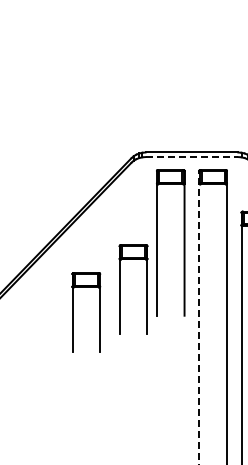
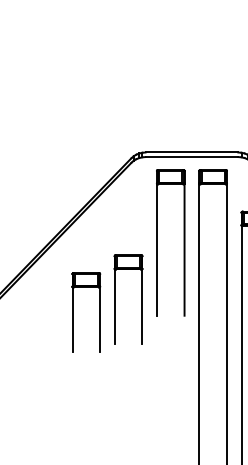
line at (192, 157): dashed -> solid
part at (120, 289) position: (120, 289) -> (115, 299)
line at (199, 317): dashed -> solid
